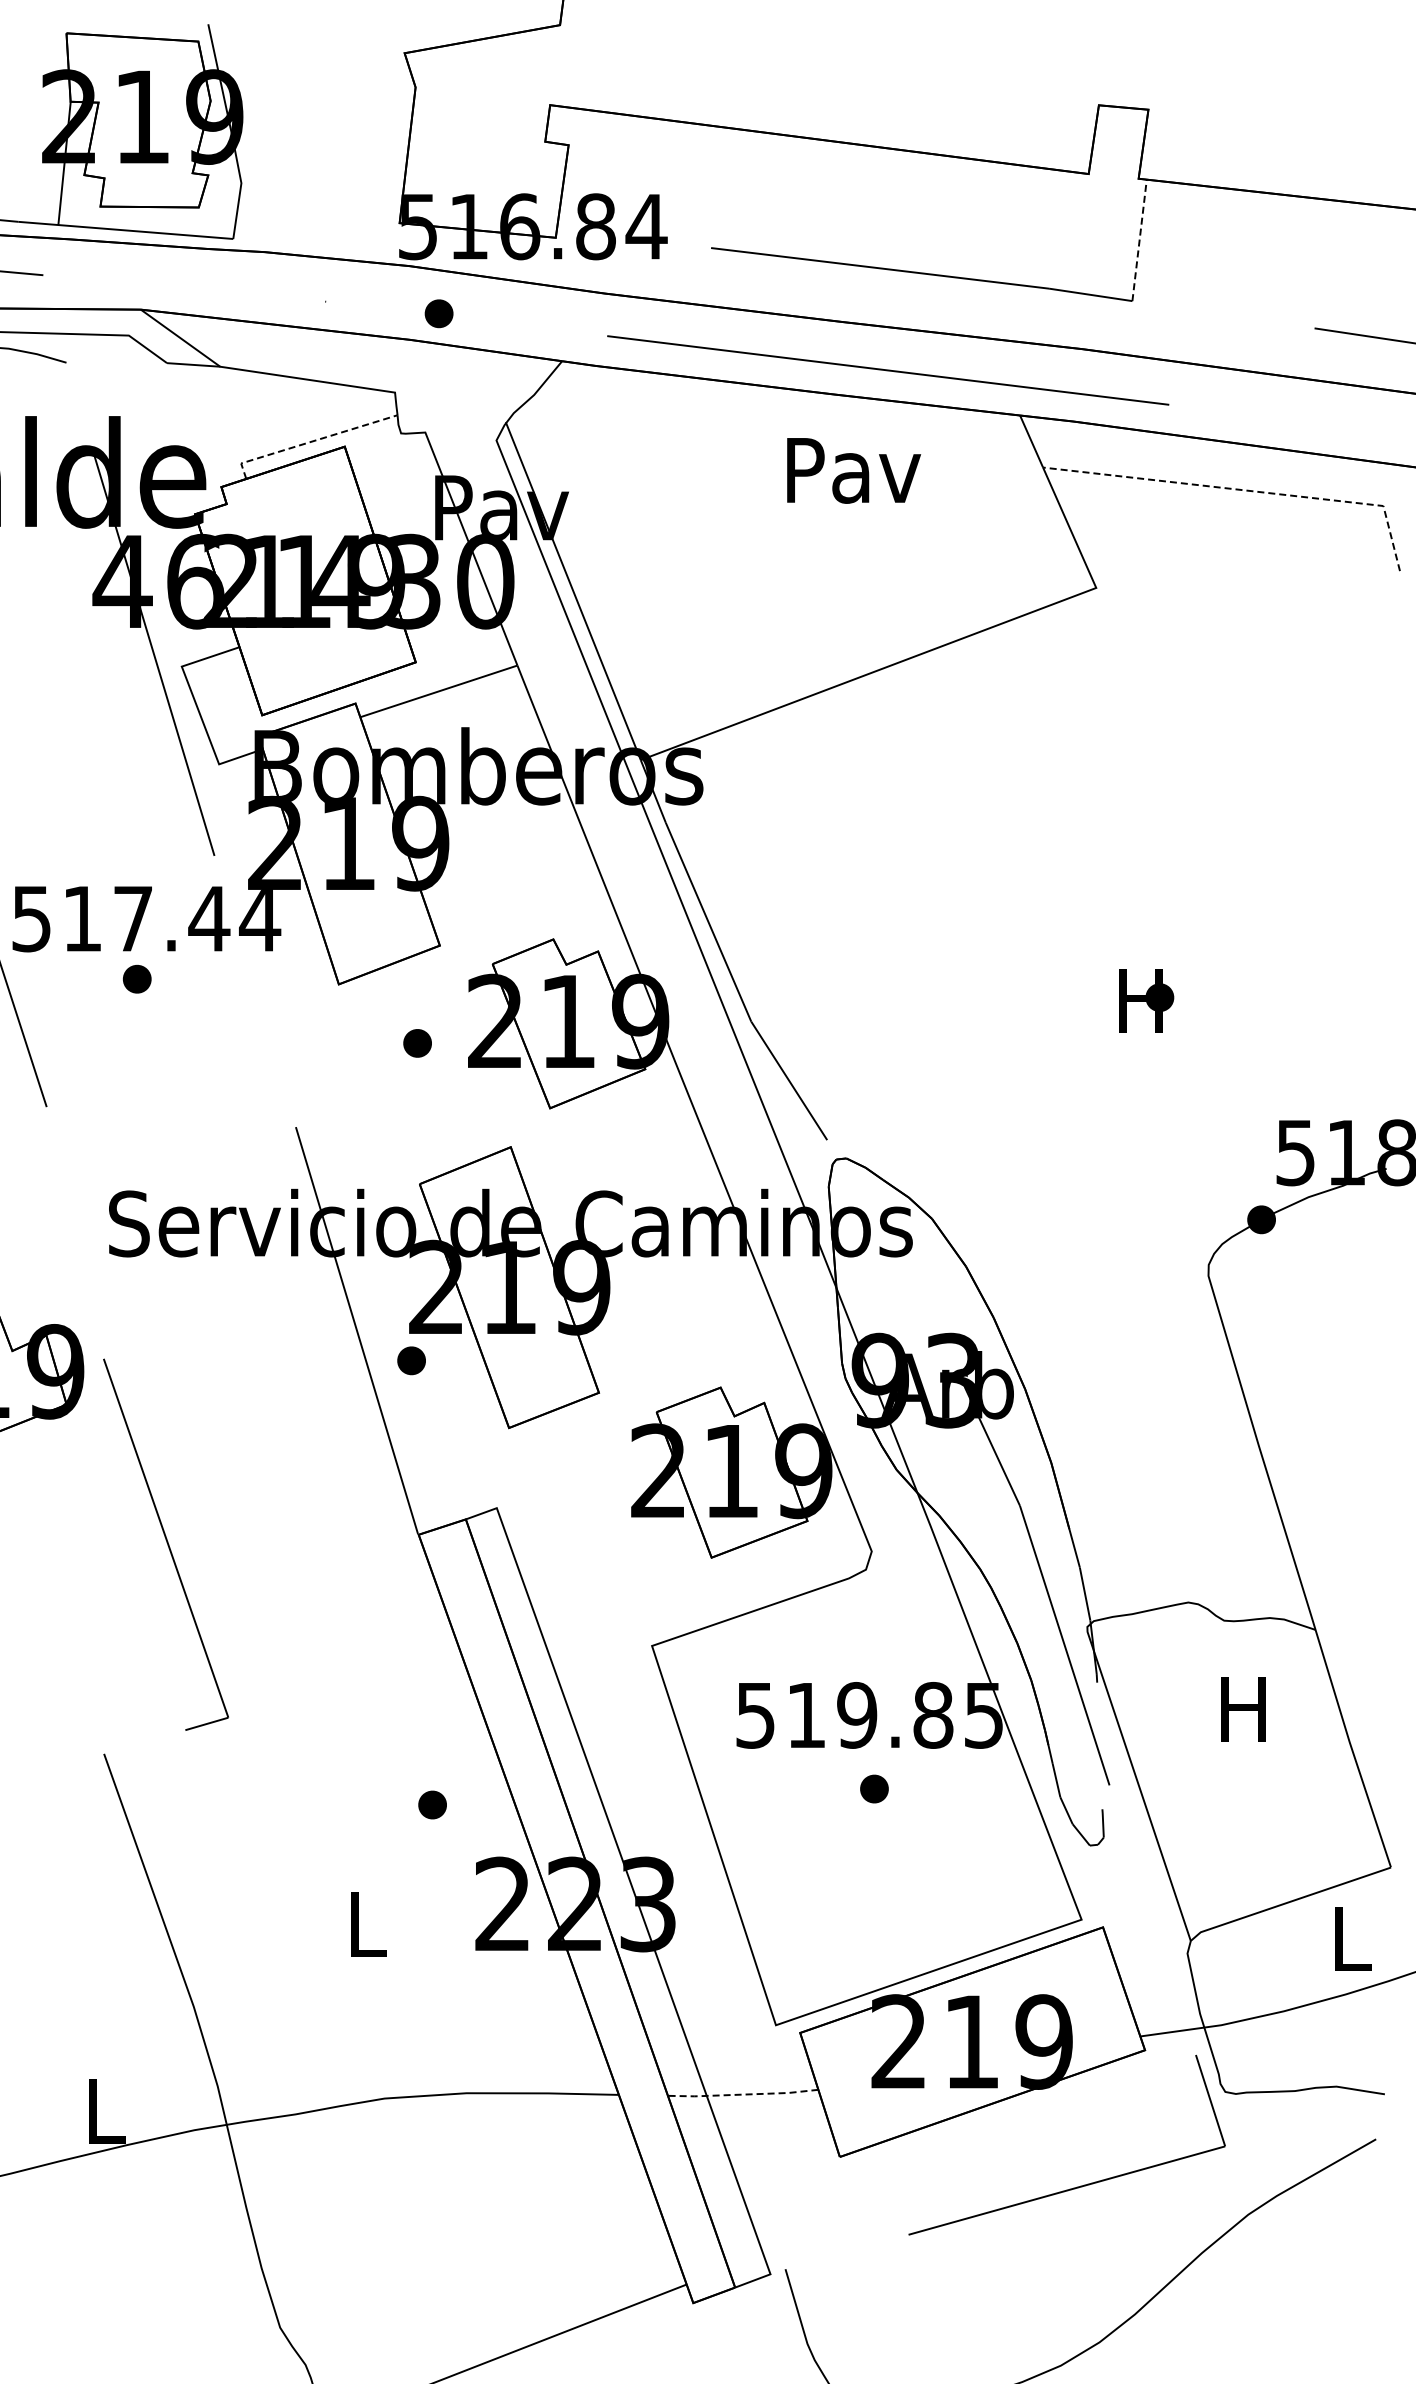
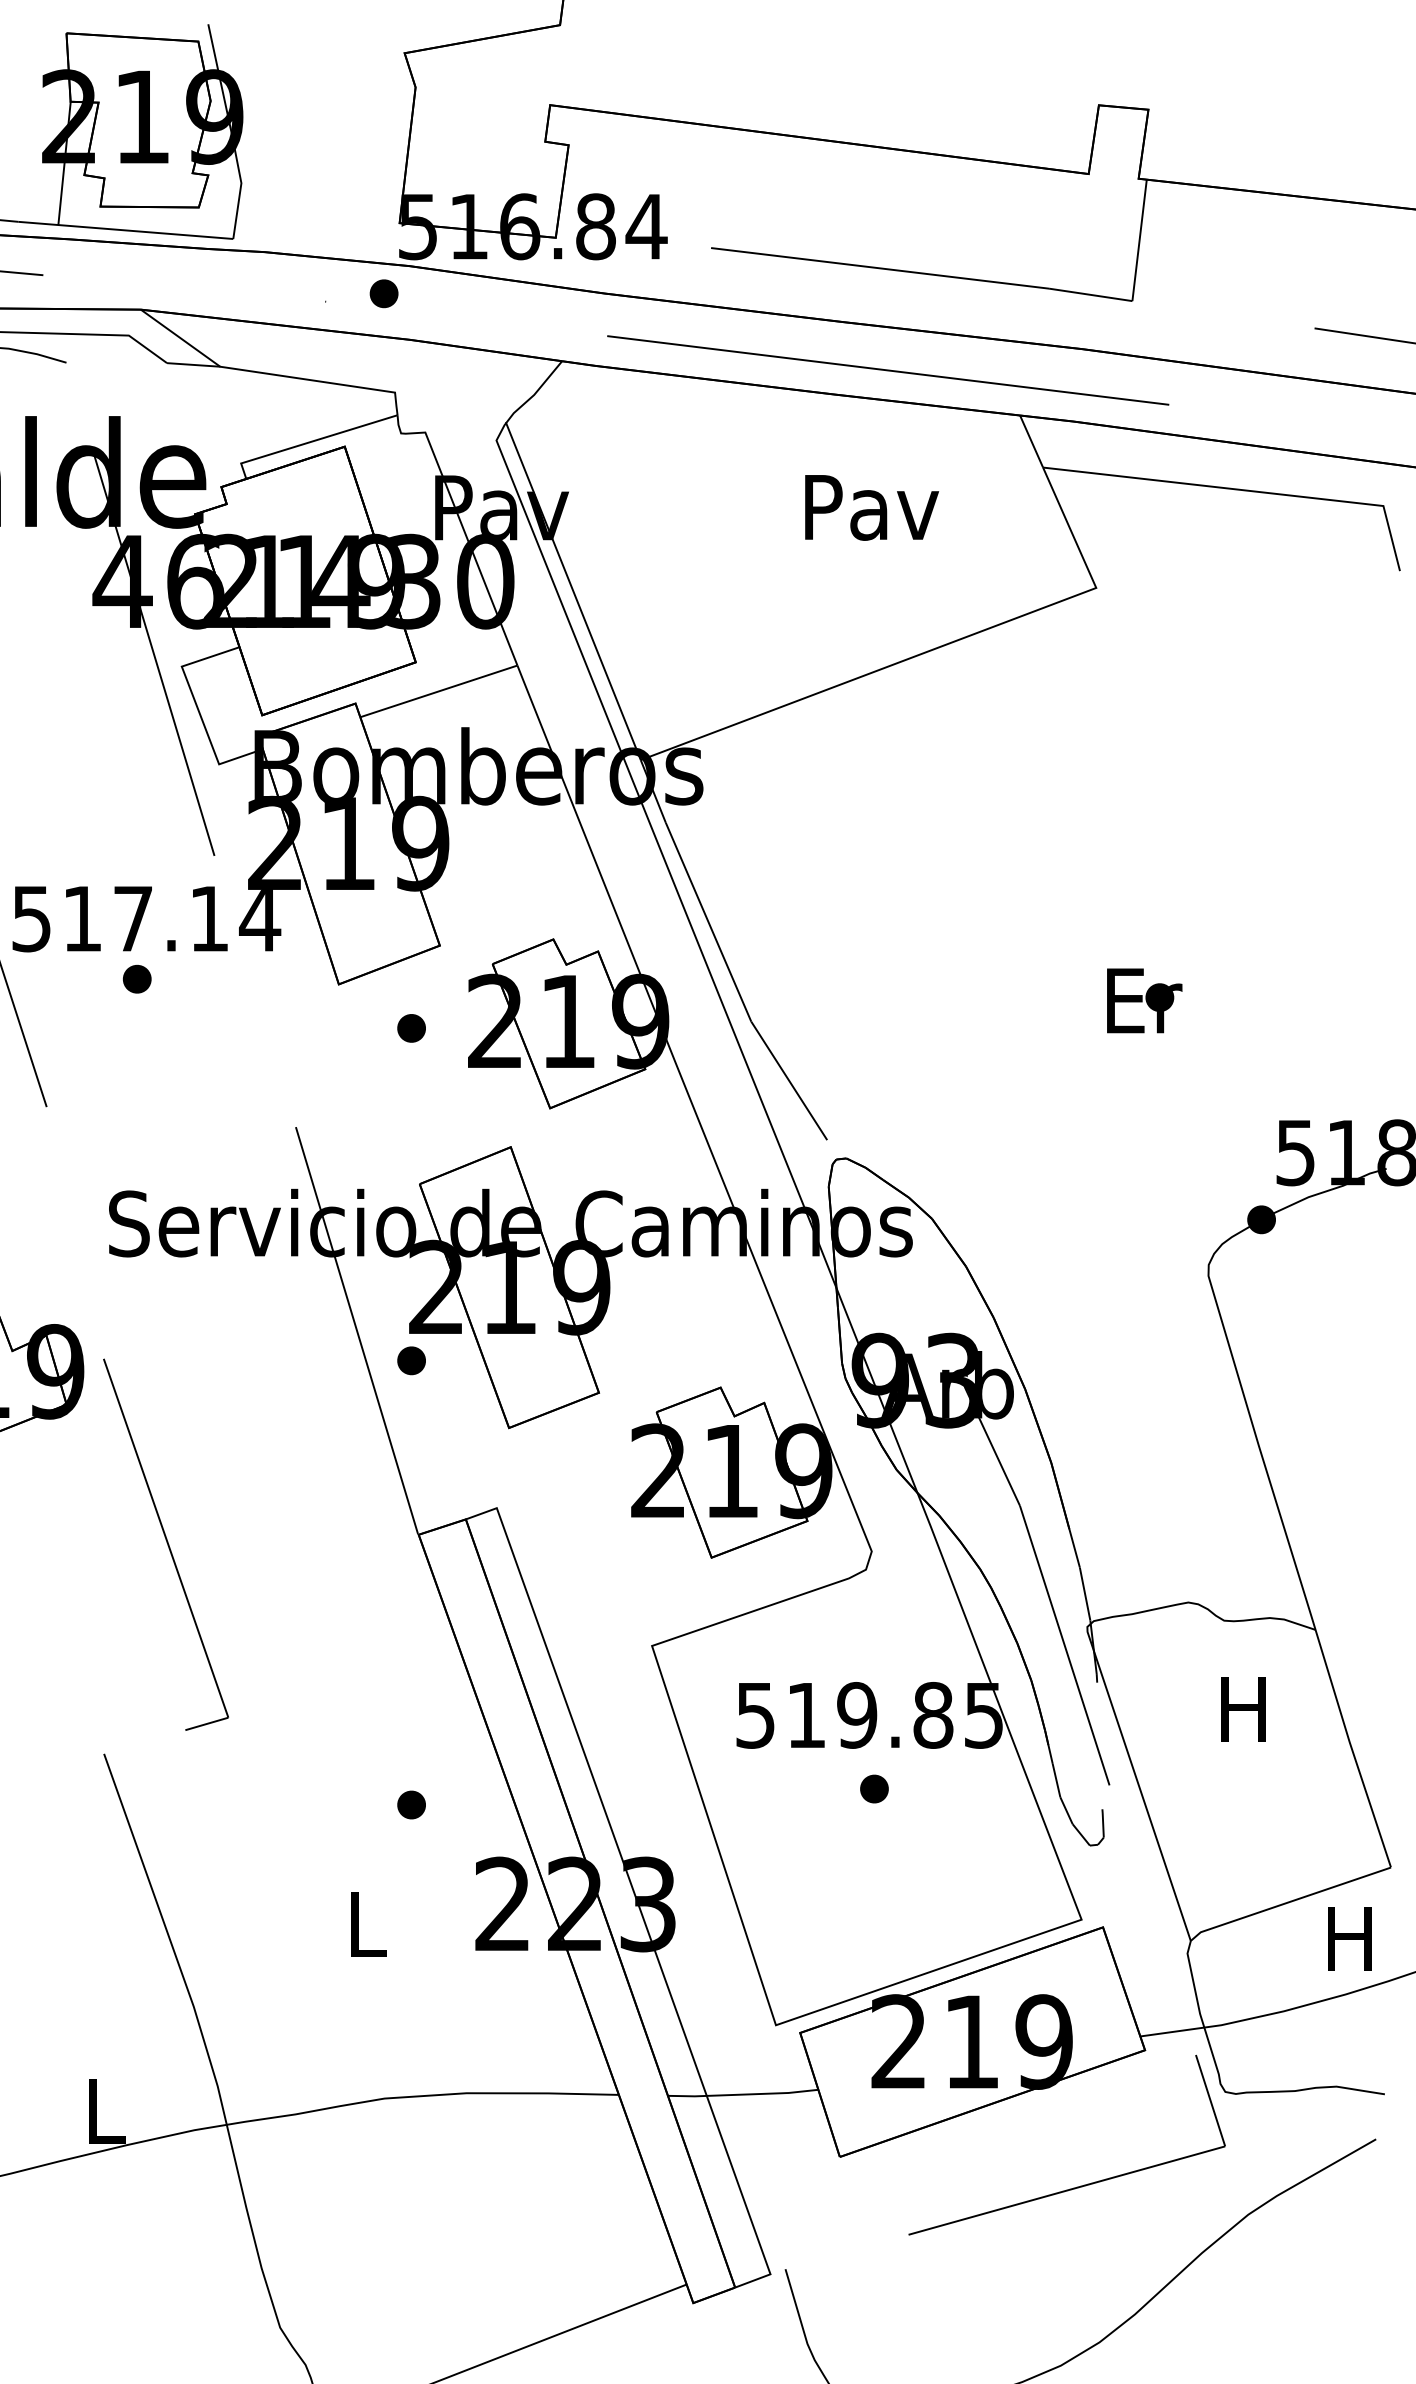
line at (1139, 239): dashed -> solid
part at (438, 313) position: (438, 313) -> (383, 293)
line at (310, 442): dashed -> solid
text at (854, 470) position: (854, 470) -> (872, 507)
line at (1247, 490): dashed -> solid
text at (209, 918): 517.44 -> 517.14
text at (1144, 1000): H -> Er
part at (417, 1043) position: (417, 1043) -> (411, 1028)
part at (432, 1804) position: (432, 1804) -> (411, 1804)
text at (1349, 1938): L -> H
line at (742, 2094): dashed -> solid
